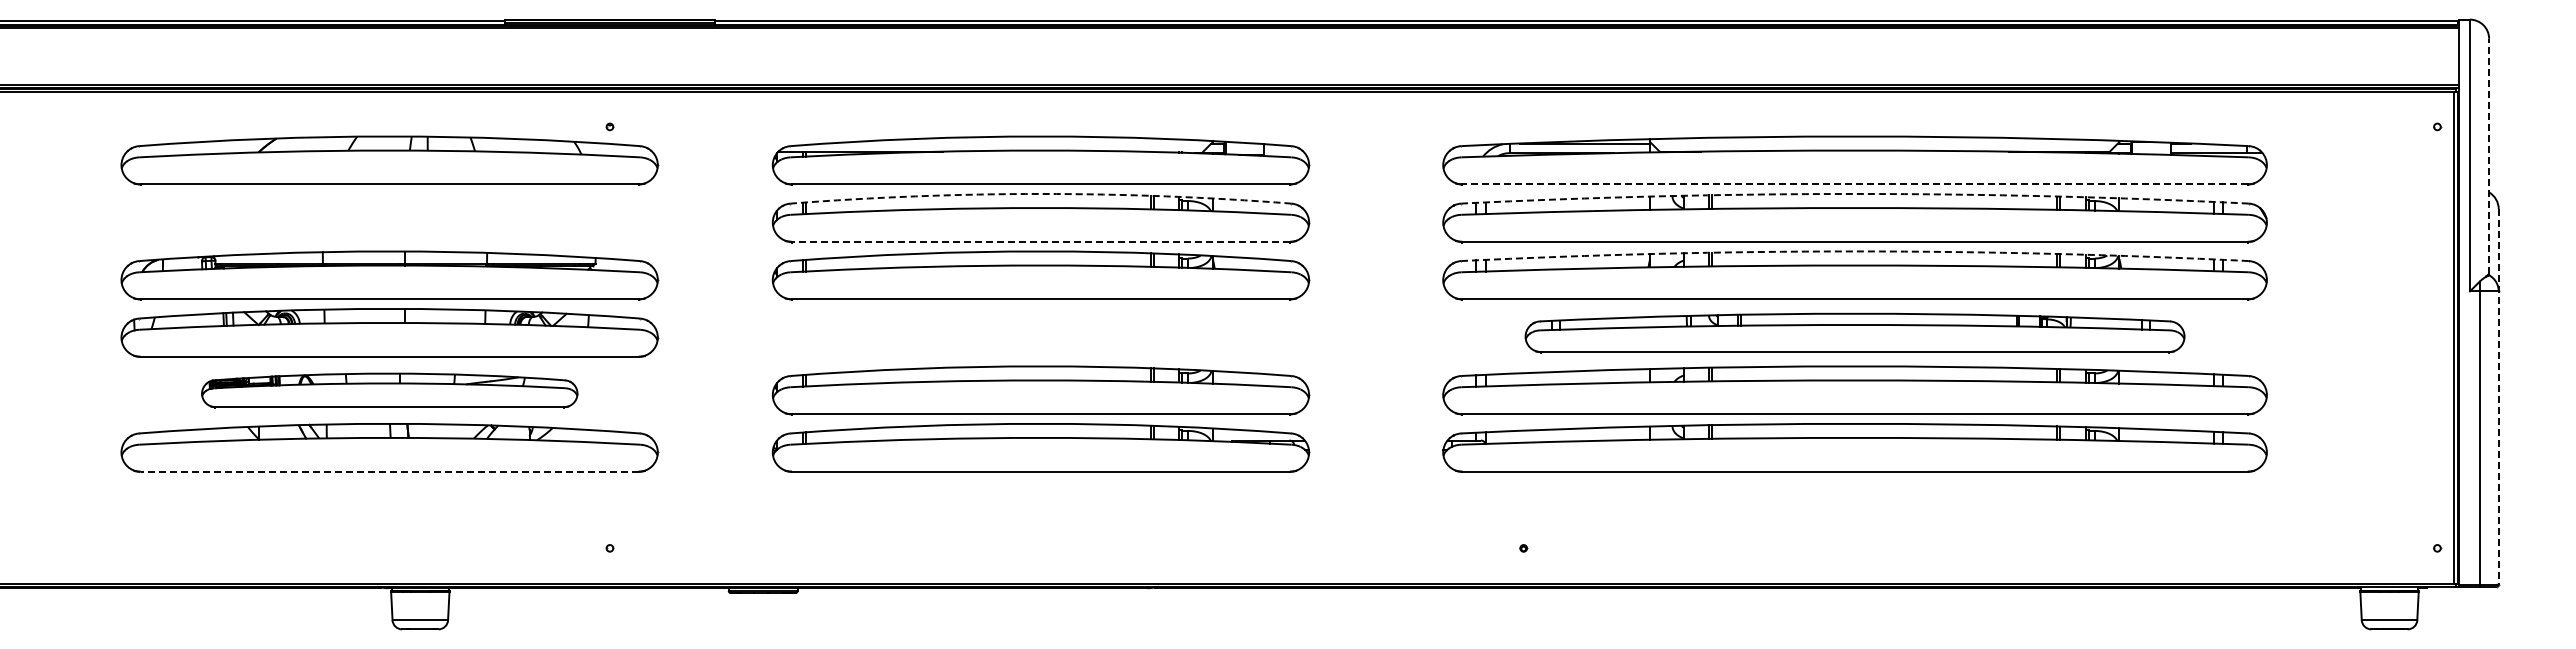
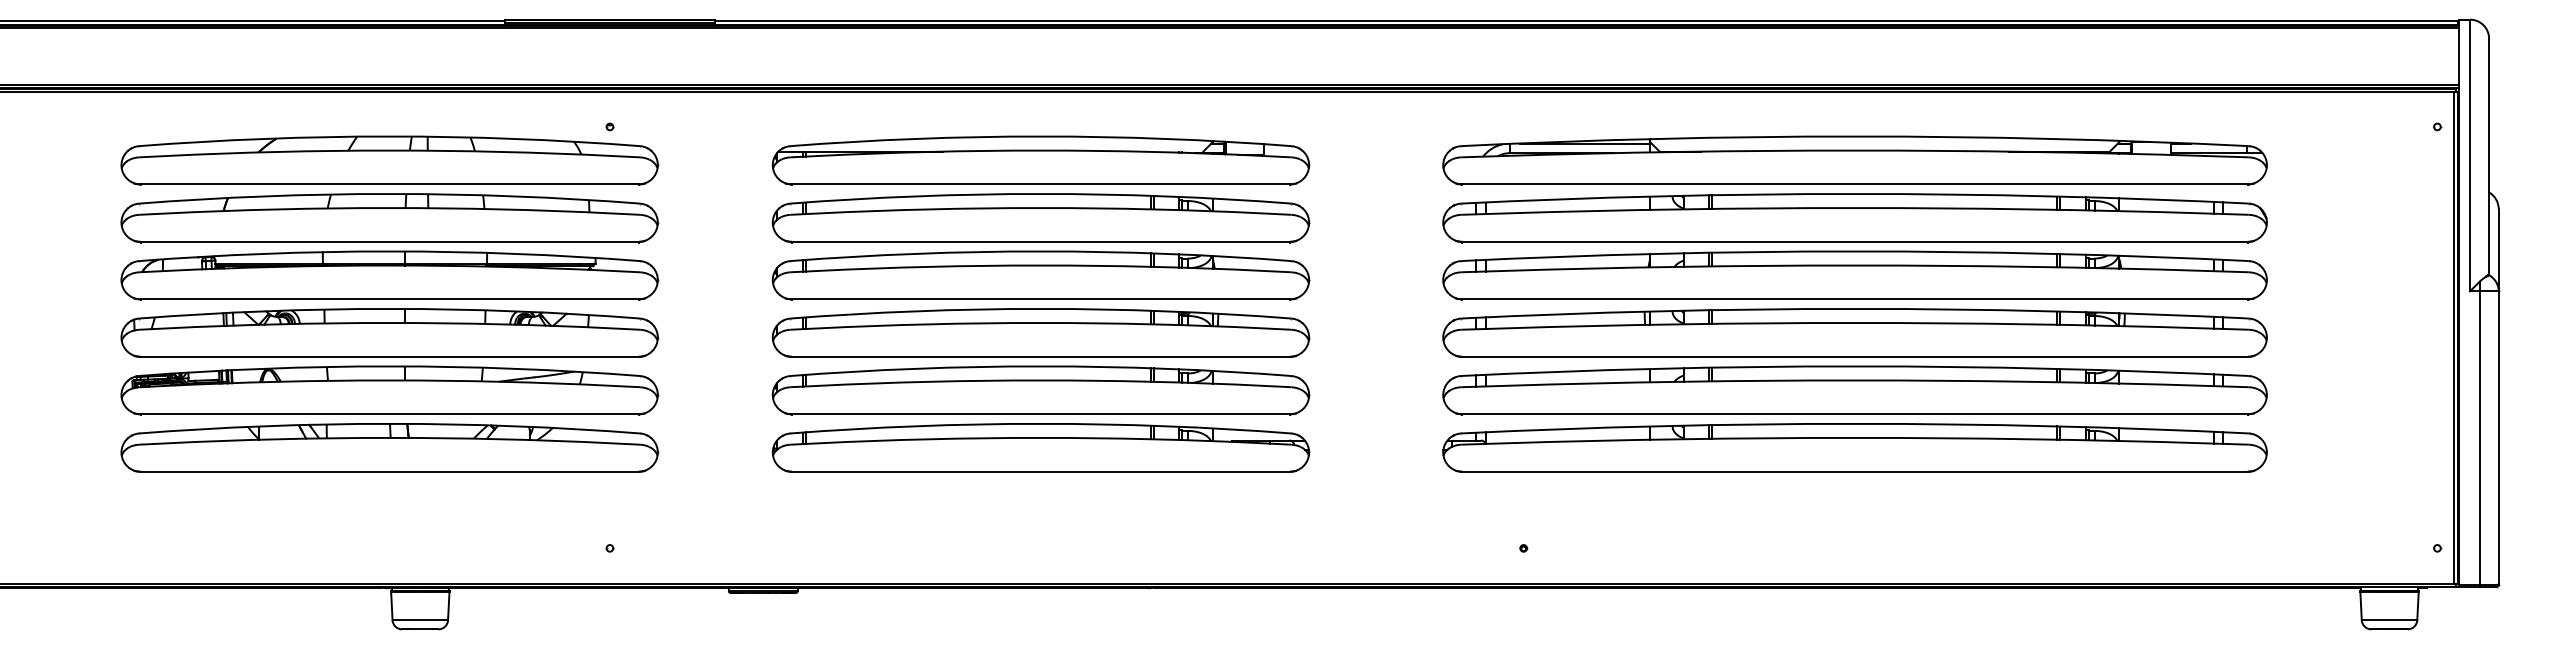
line at (2489, 156): dashed -> solid
line at (1855, 184): dashed -> solid
arc at (1040, 193): dashed -> solid
arc at (1855, 193): dashed -> solid
part at (389, 218): none -> present
line at (1040, 241): dashed -> solid
arc at (1855, 251): dashed -> solid
part at (1040, 332): none -> present
part at (1854, 332) size: 662x42 px -> 826x50 px
part at (389, 390) size: 378x37 px -> 540x51 px
line at (2498, 396): dashed -> solid
line at (389, 471): dashed -> solid
